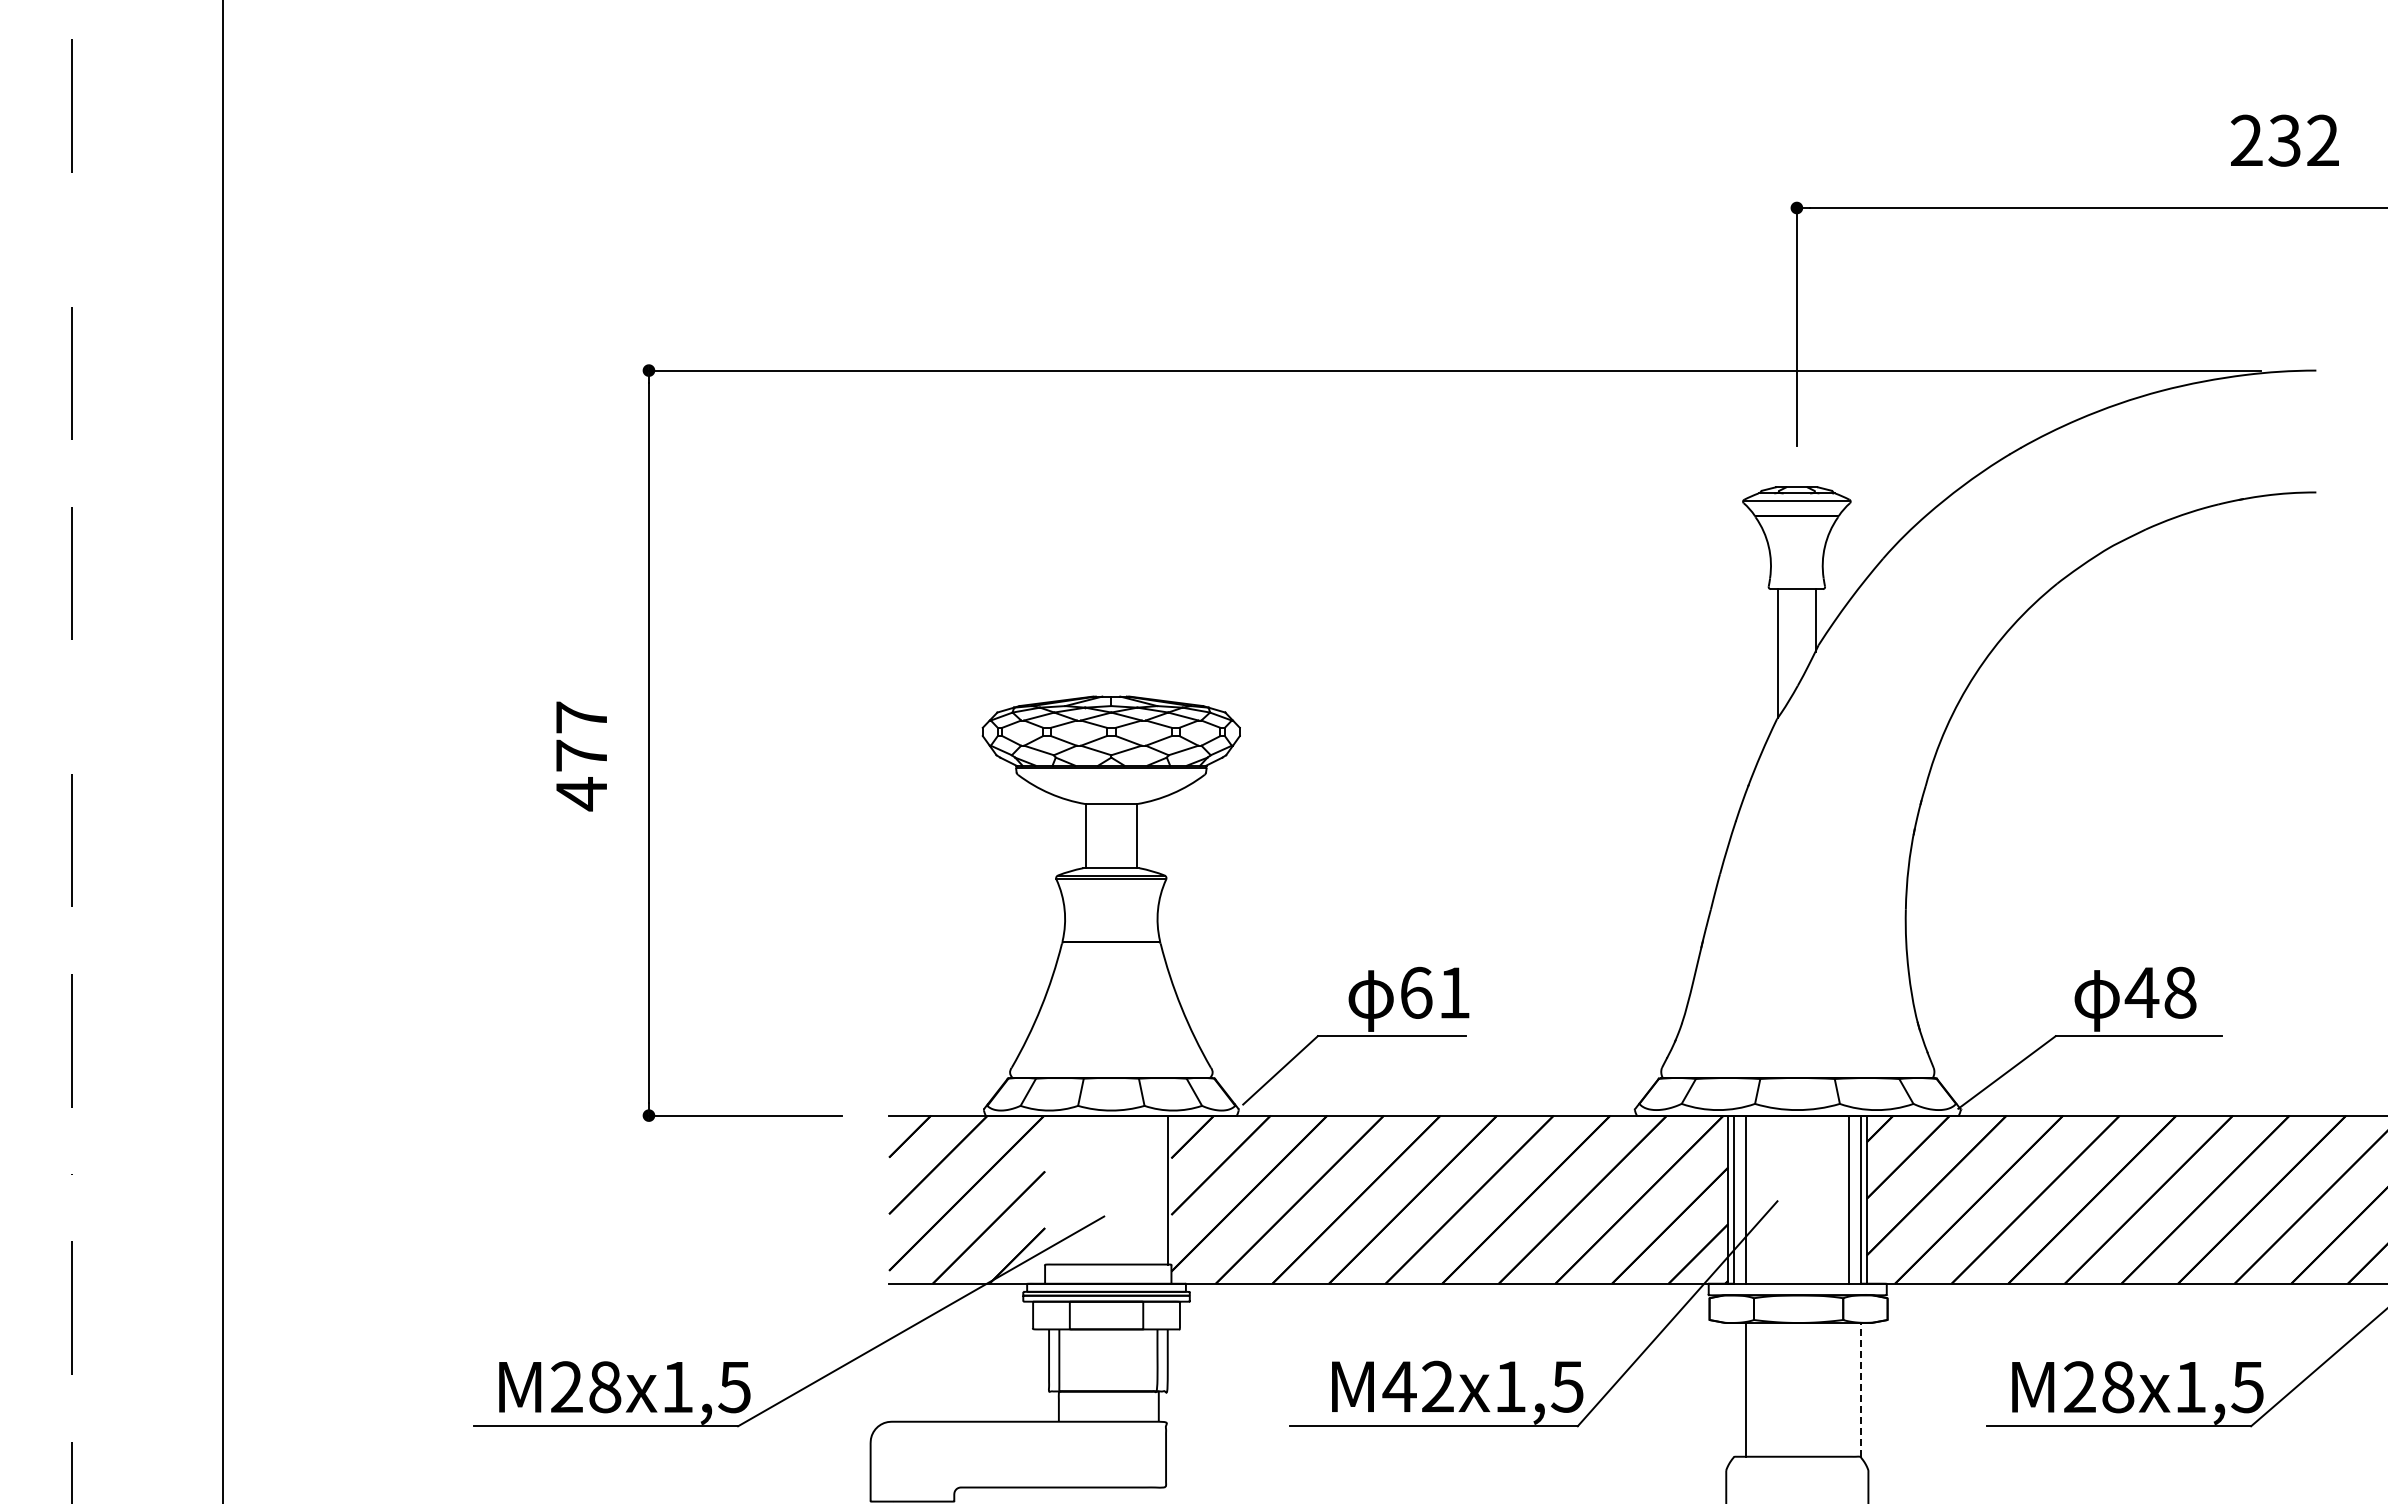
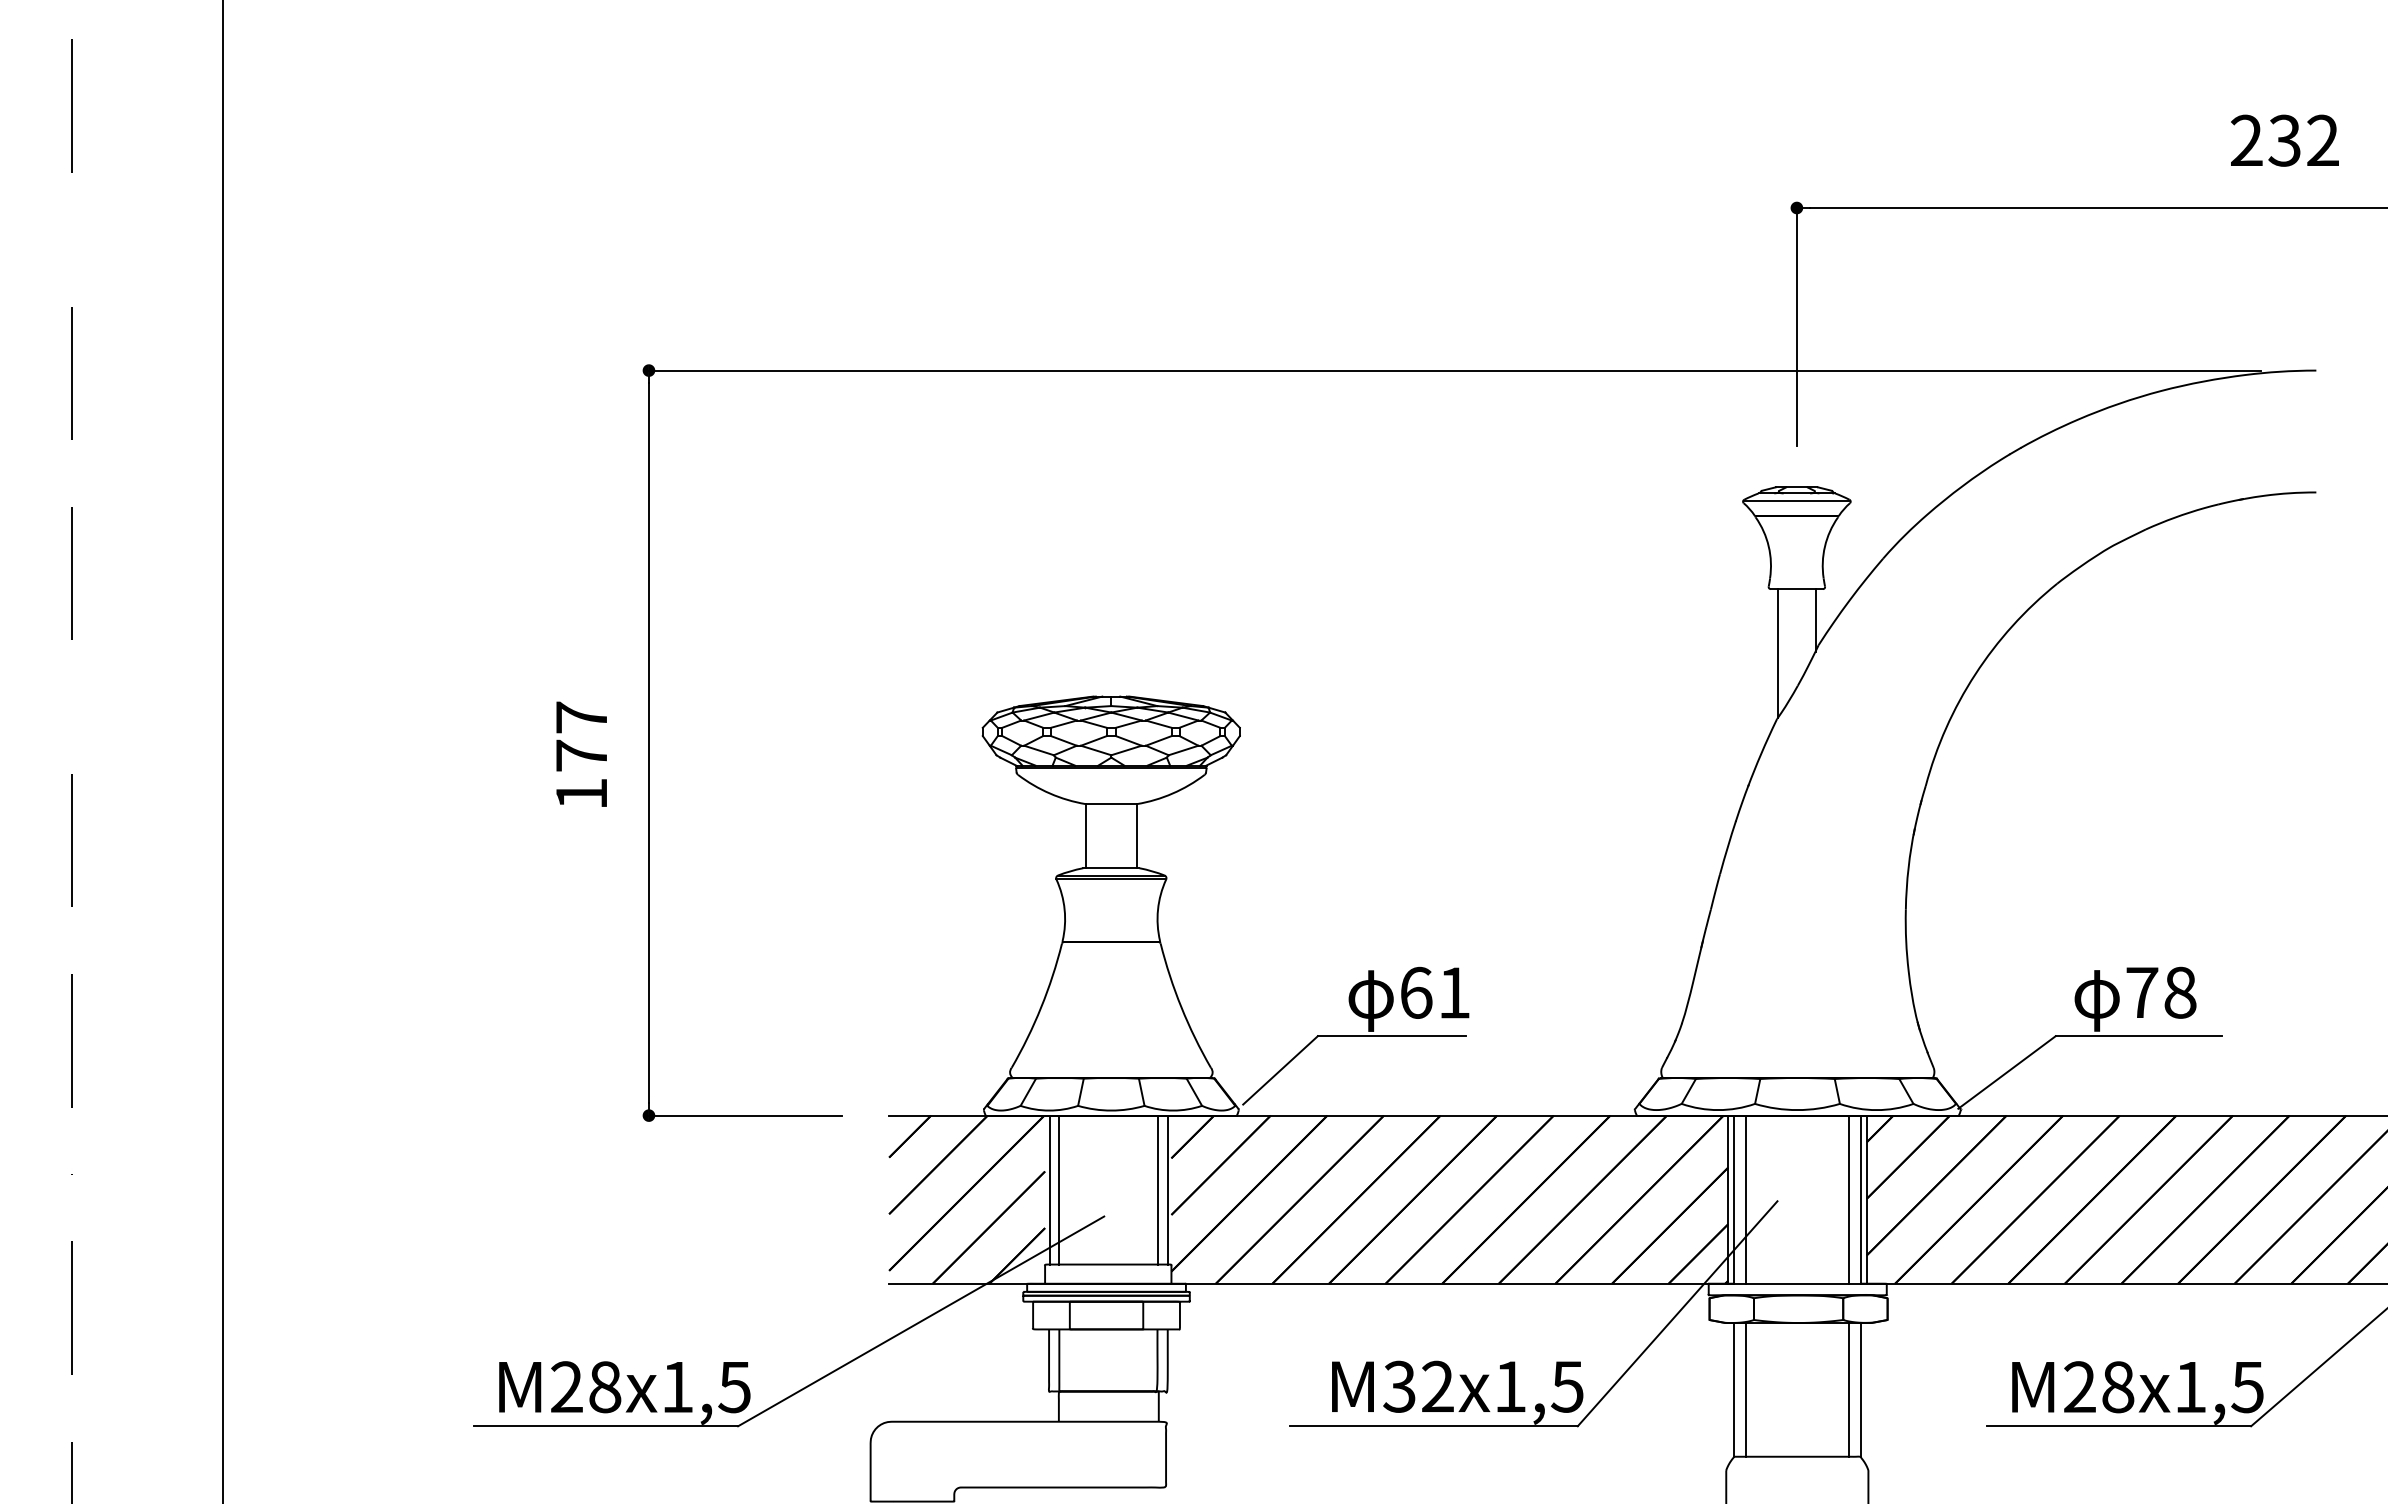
text at (581, 794): 477 -> 177
text at (2141, 992): 48 -> 78
line at (1049, 1189): none -> present
line at (1059, 1189): none -> present
line at (1157, 1189): none -> present
text at (1399, 1386): M42x1,5 -> M32x1,5
line at (1734, 1389): none -> present
line at (1848, 1389): none -> present
line at (1860, 1389): dashed -> solid
